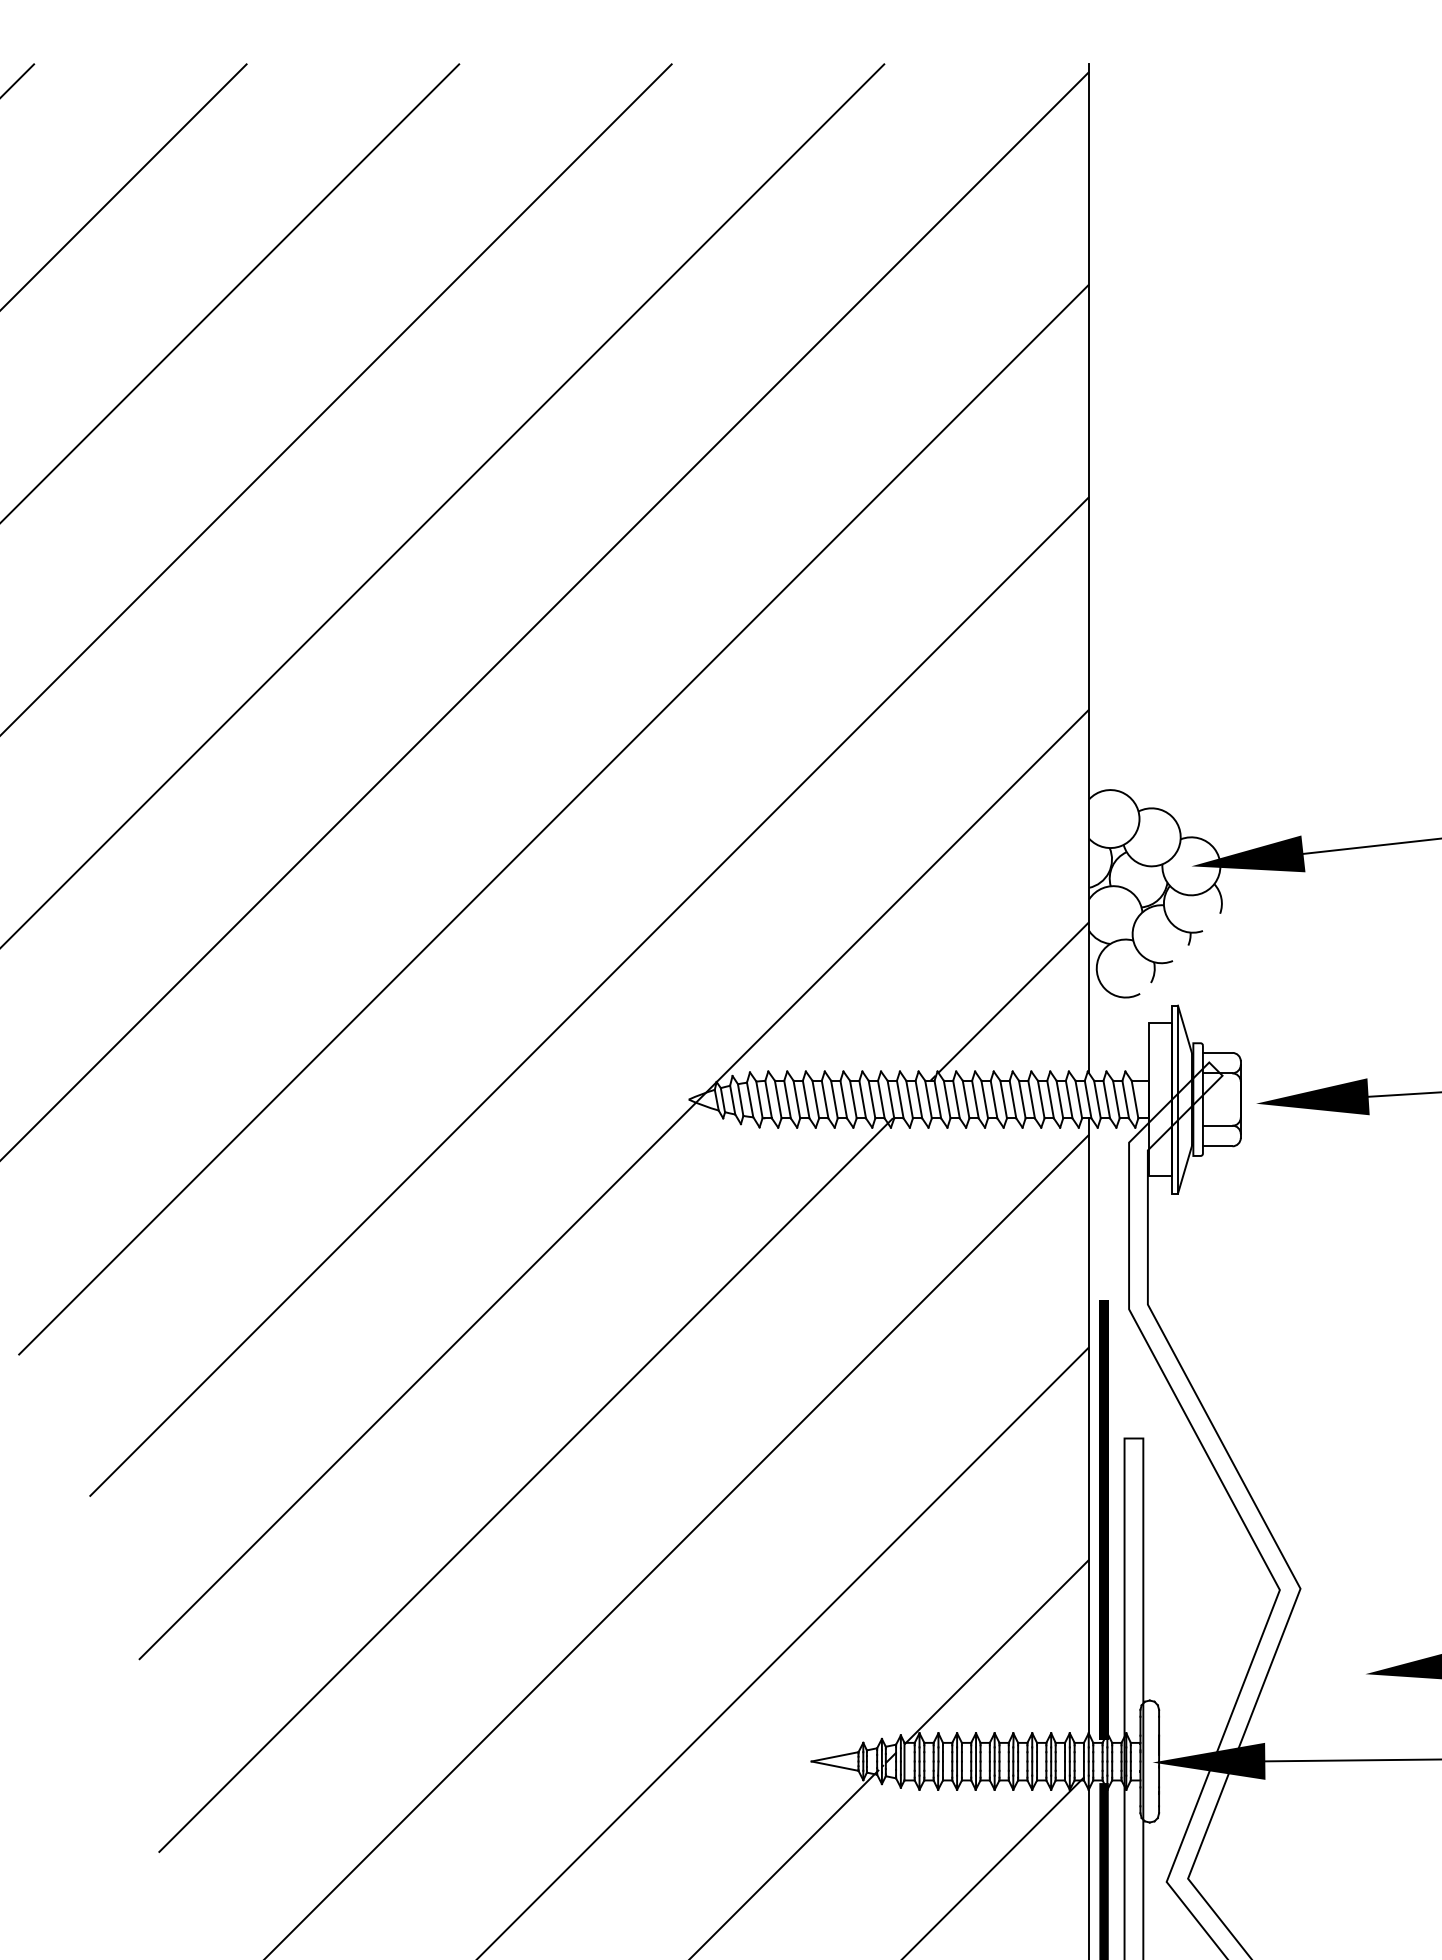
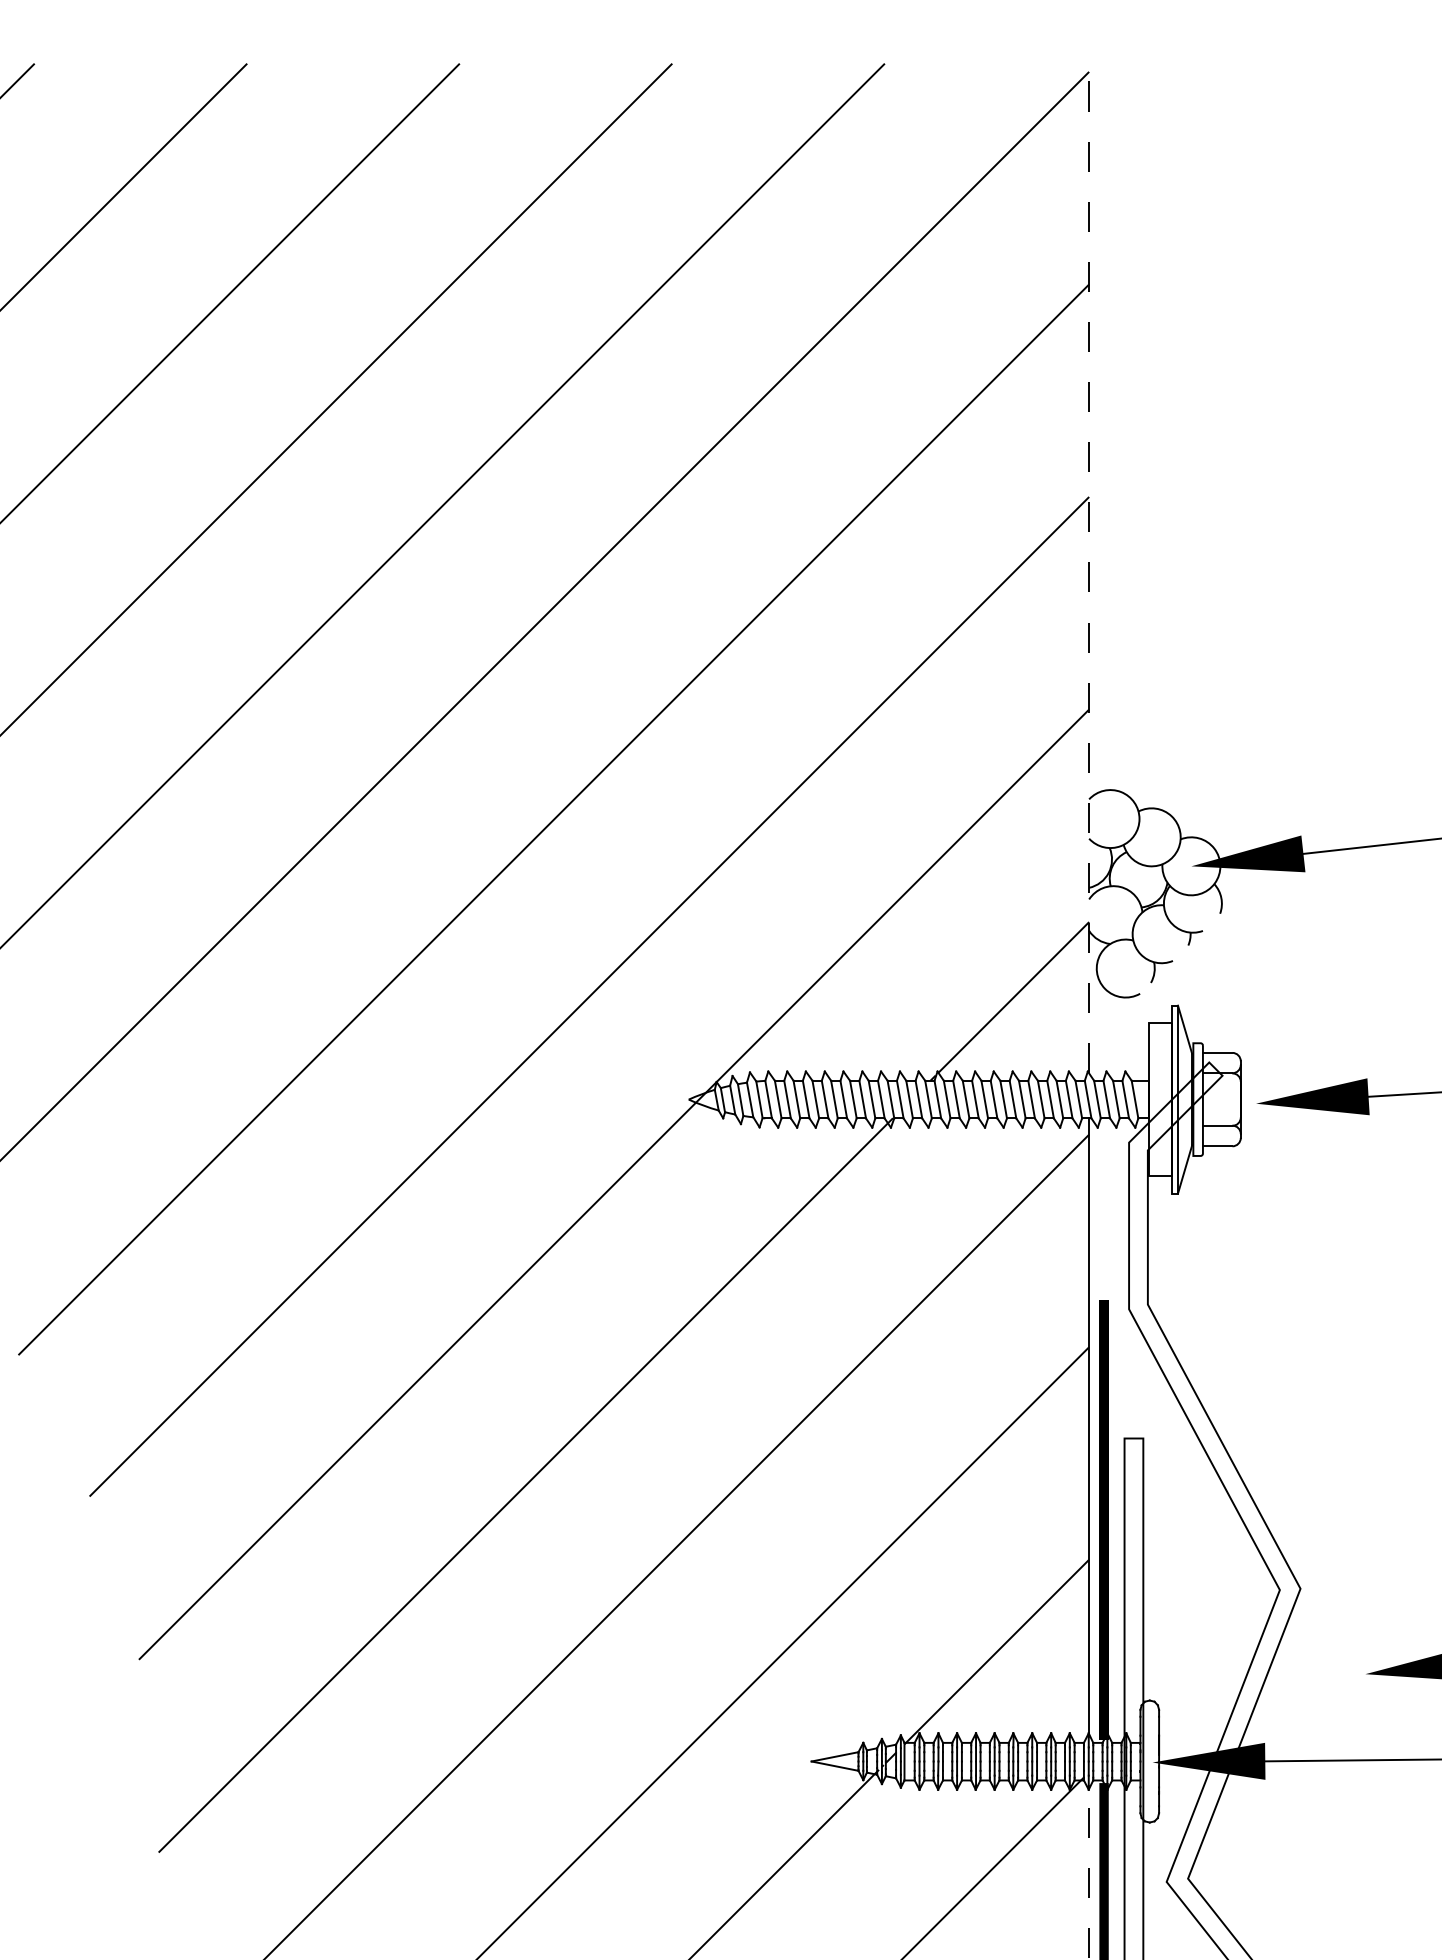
line at (1089, 568): solid -> dashed
line at (1089, 1873): solid -> dashed
